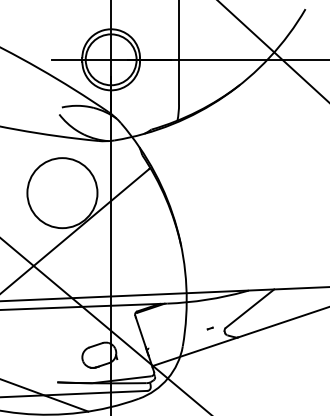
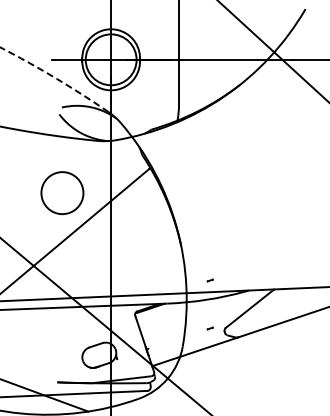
arc at (55, 77): solid -> dashed
circle at (62, 193) diameter: 70 px -> 42 px
part at (209, 280): none -> present
